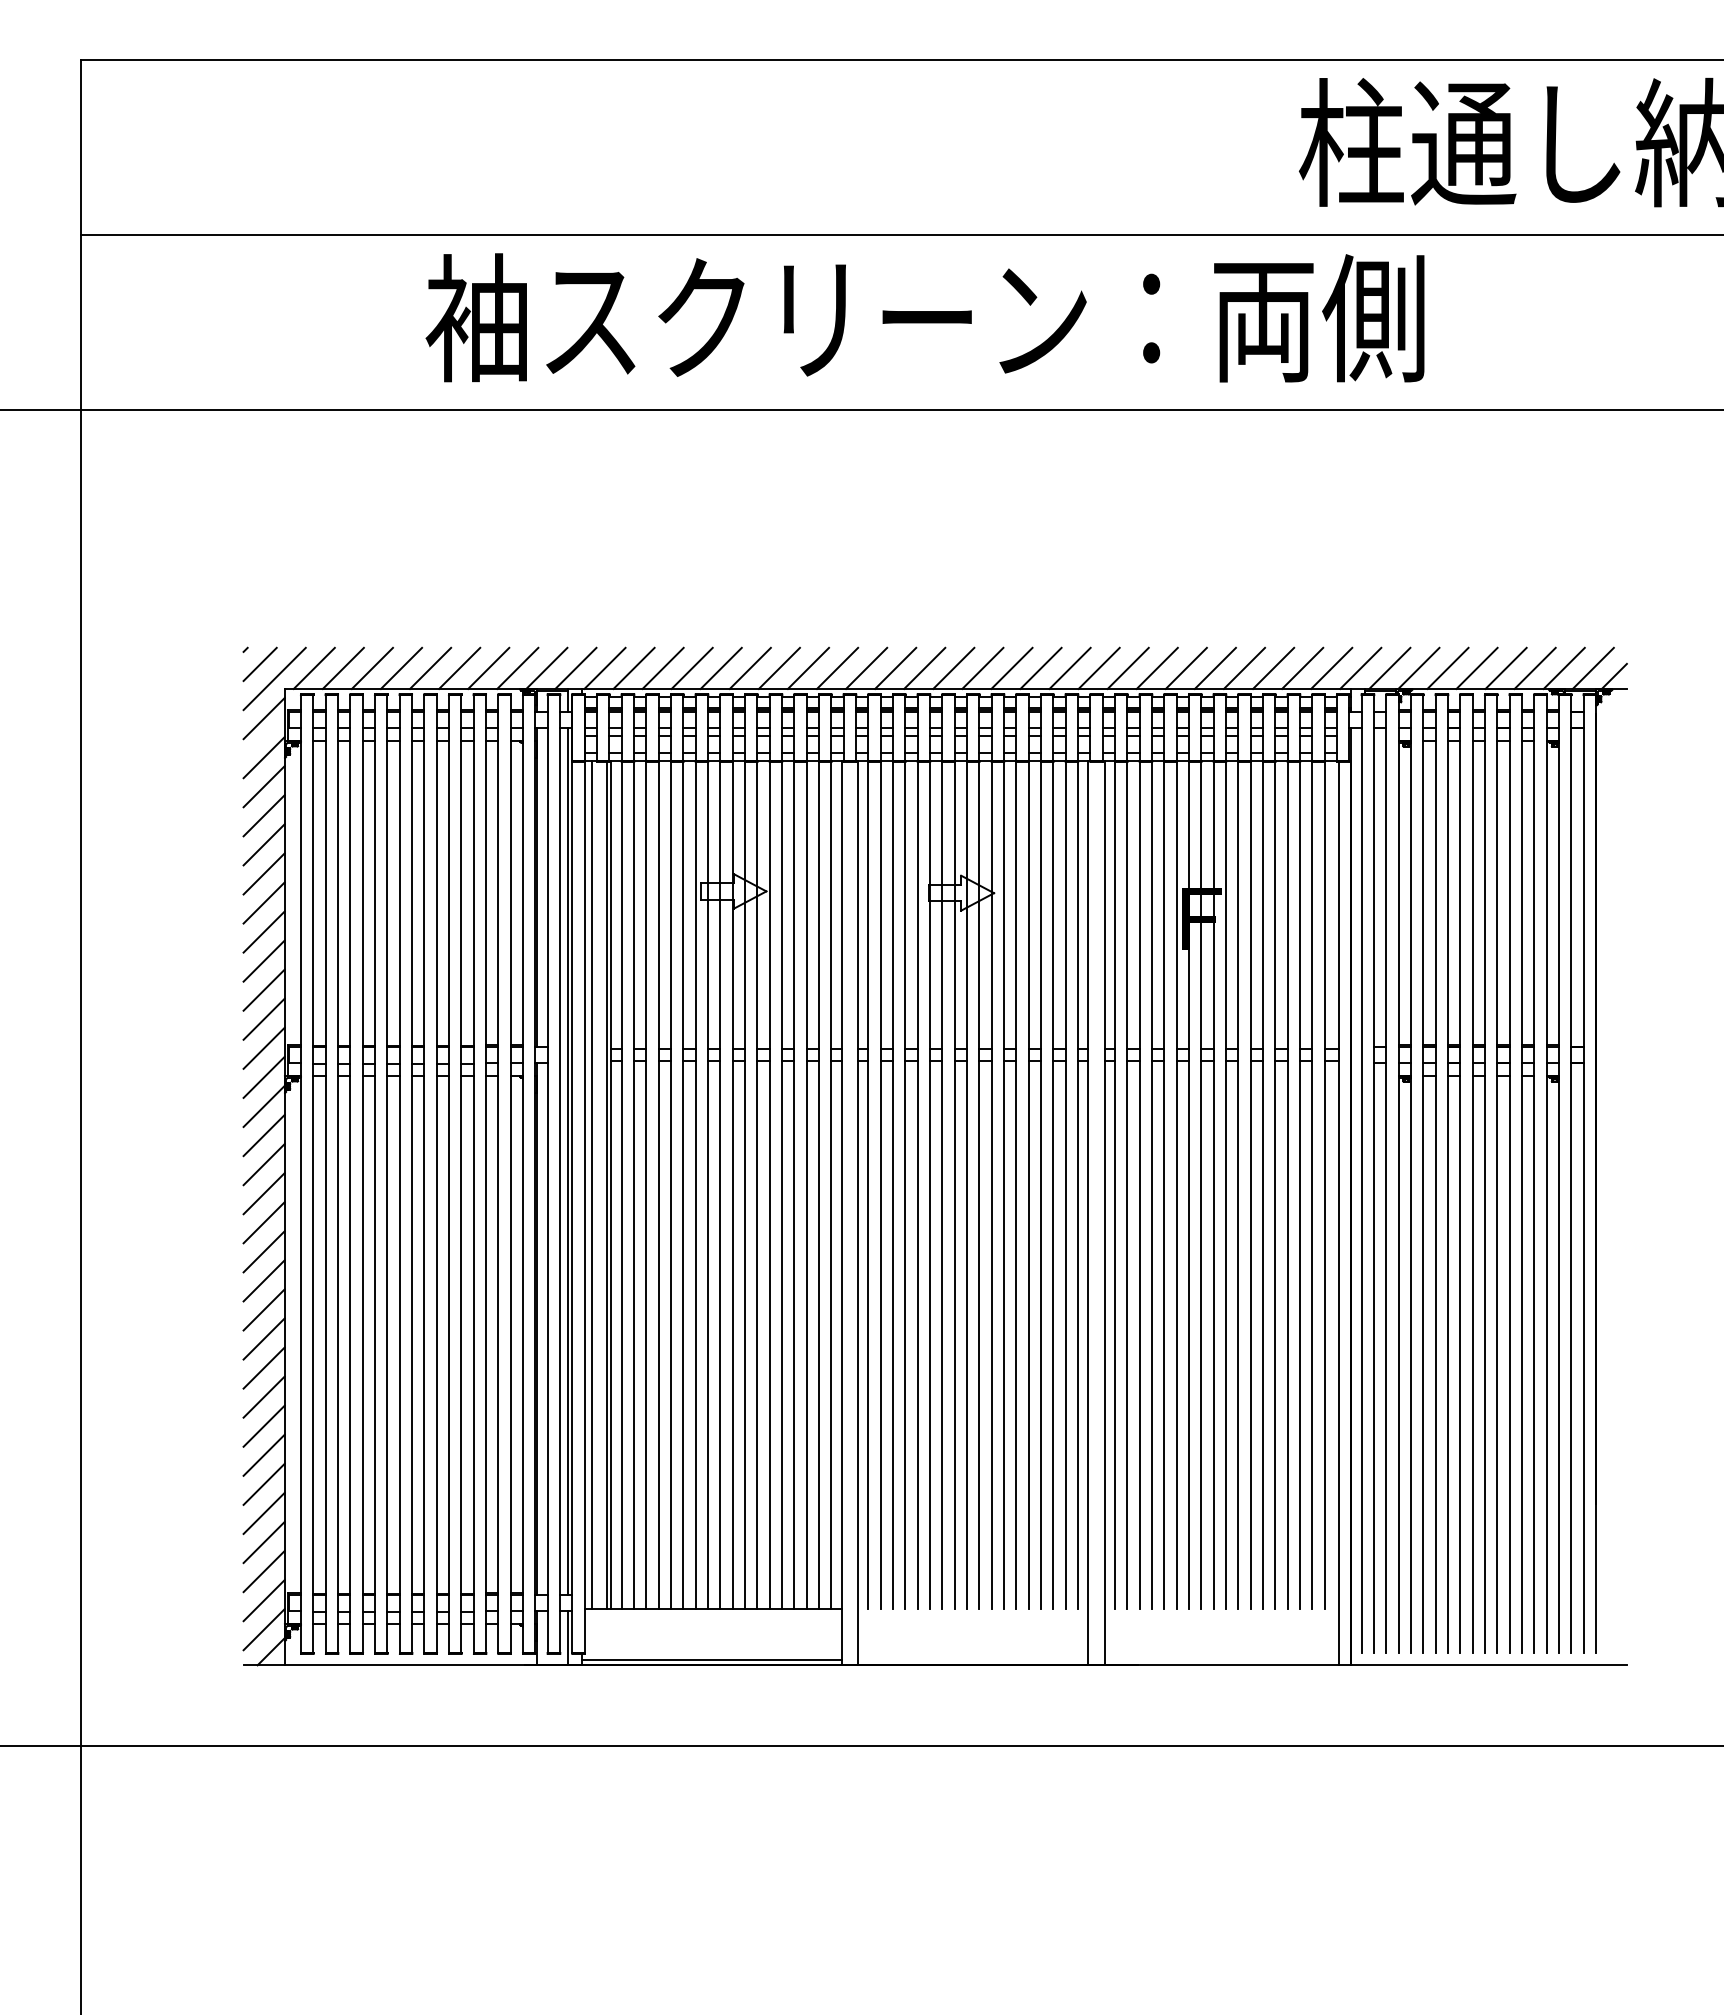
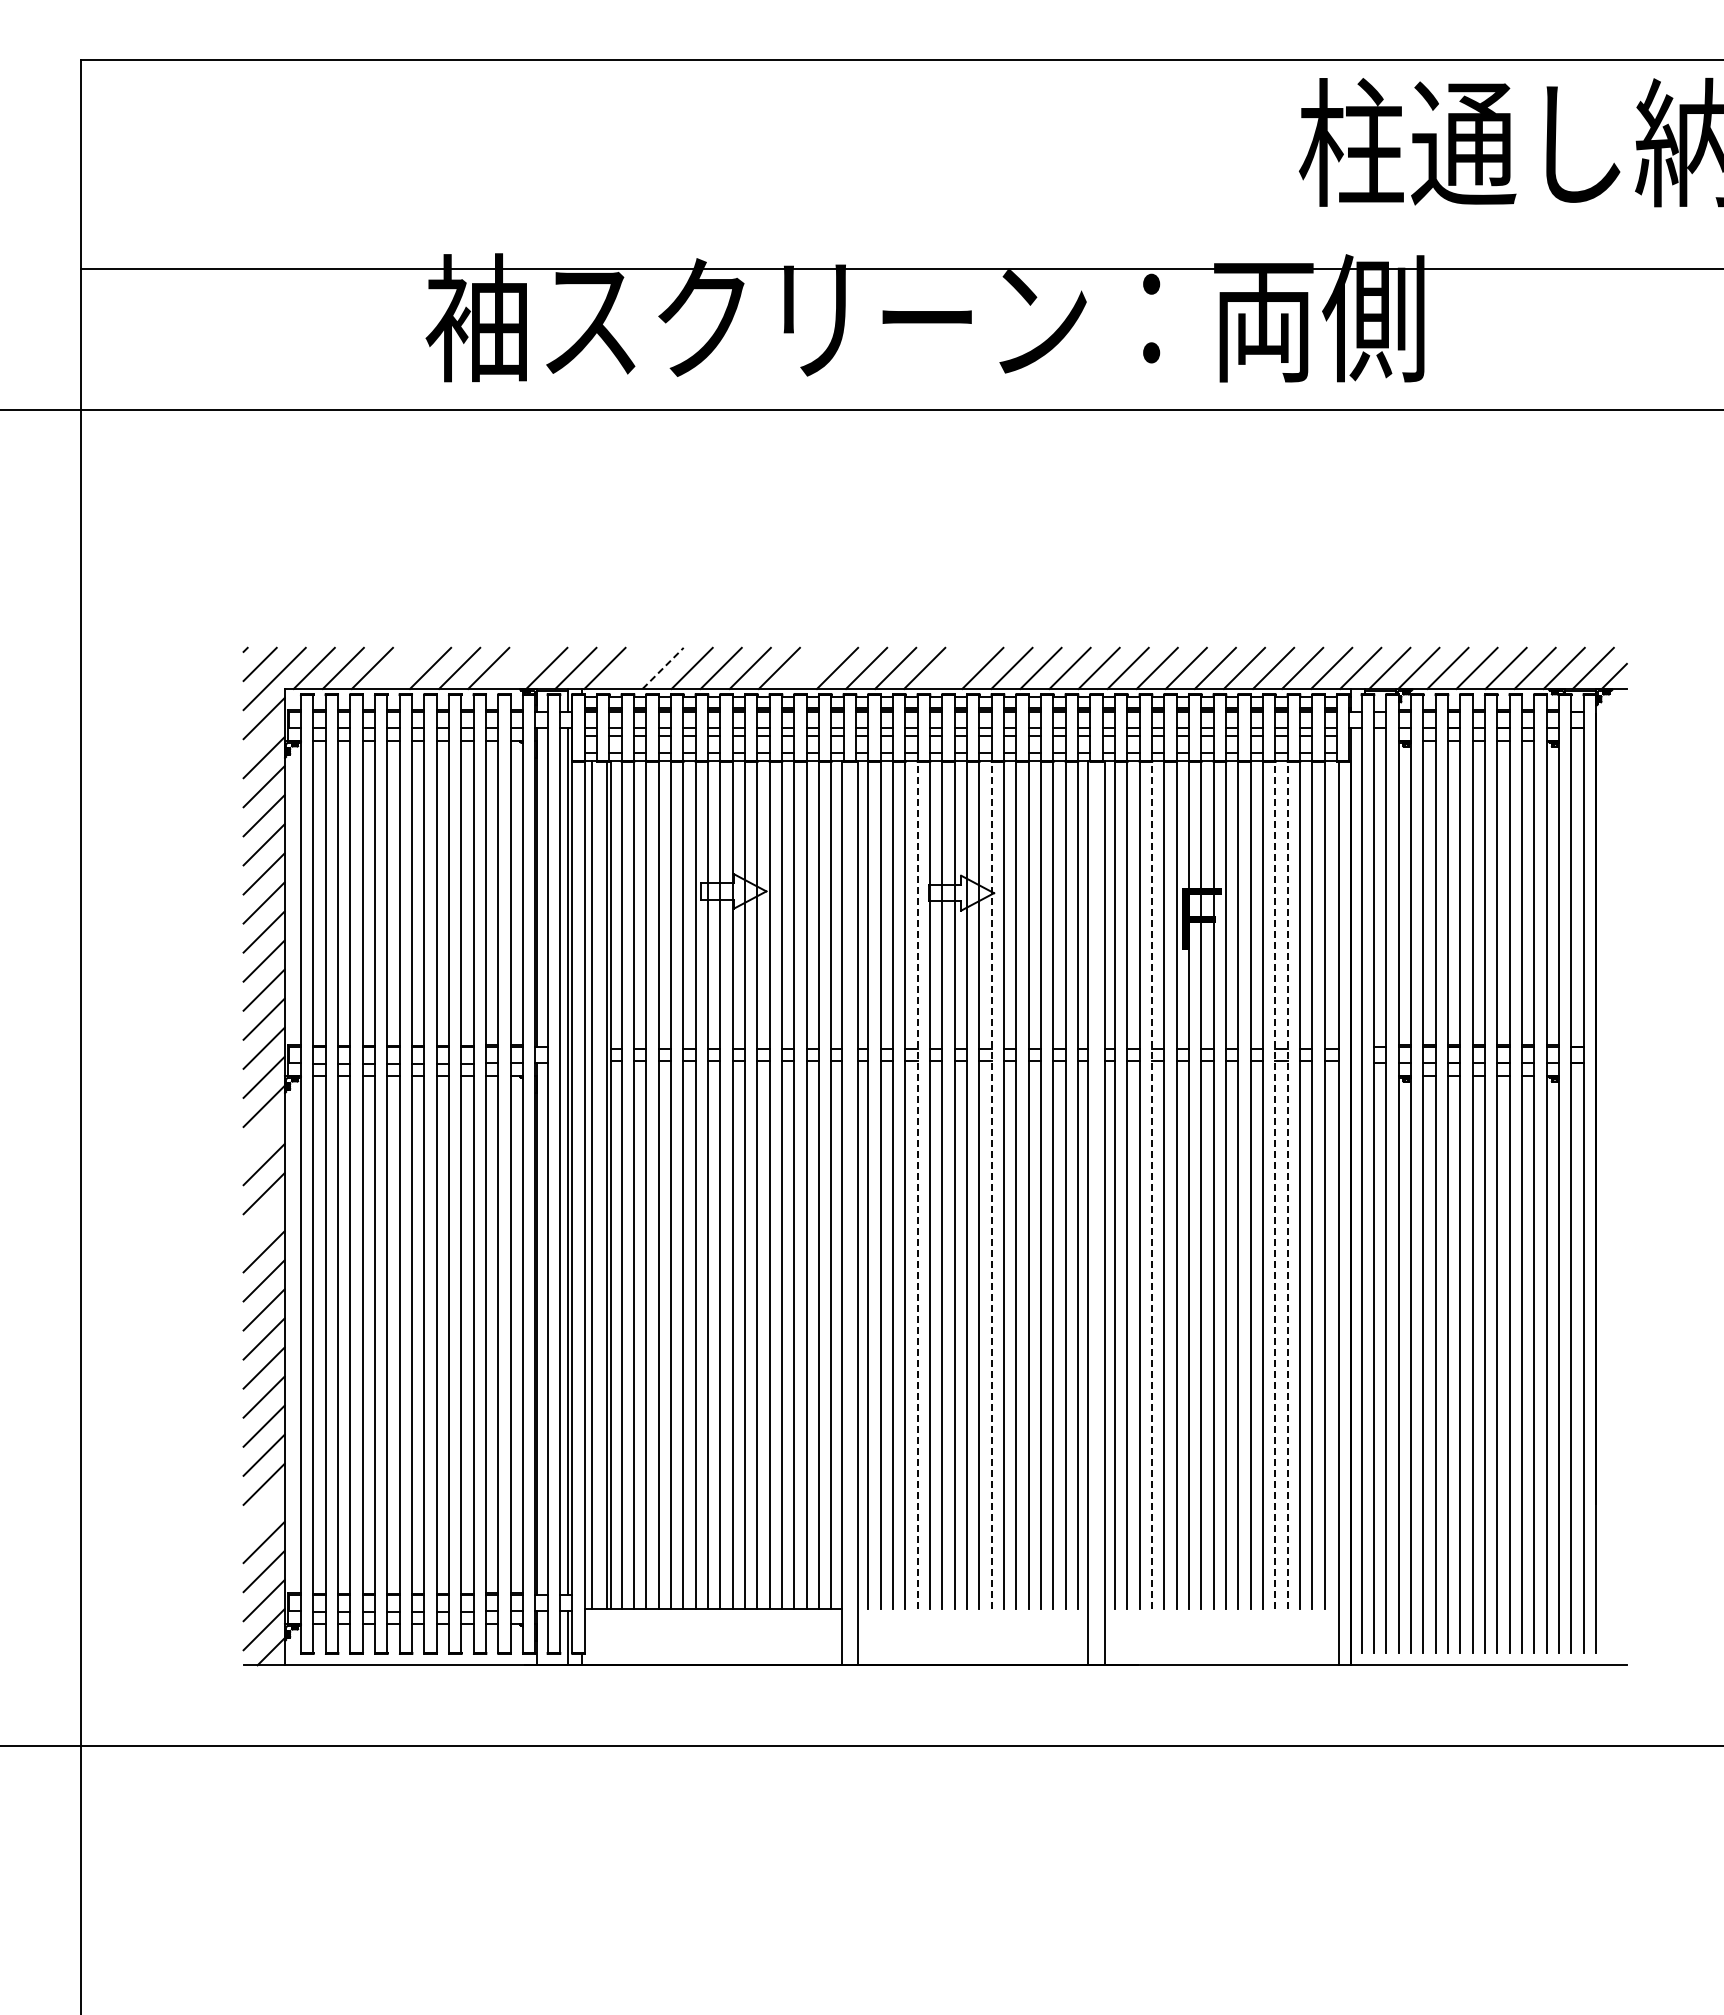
line at (900, 235) position: (900, 235) -> (900, 269)
line at (401, 667): present -> none
line at (517, 667): present -> none
line at (633, 667): present -> none
line at (808, 667): present -> none
line at (953, 667): present -> none
line at (663, 668): solid -> dashed
line at (263, 1135): present -> none
line at (917, 1185): solid -> dashed
line at (991, 1185): solid -> dashed
line at (1152, 1185): solid -> dashed
line at (1275, 1185): solid -> dashed
line at (1287, 1185): solid -> dashed
line at (263, 1222): present -> none
line at (263, 1512): present -> none
line at (711, 1660): present -> none
